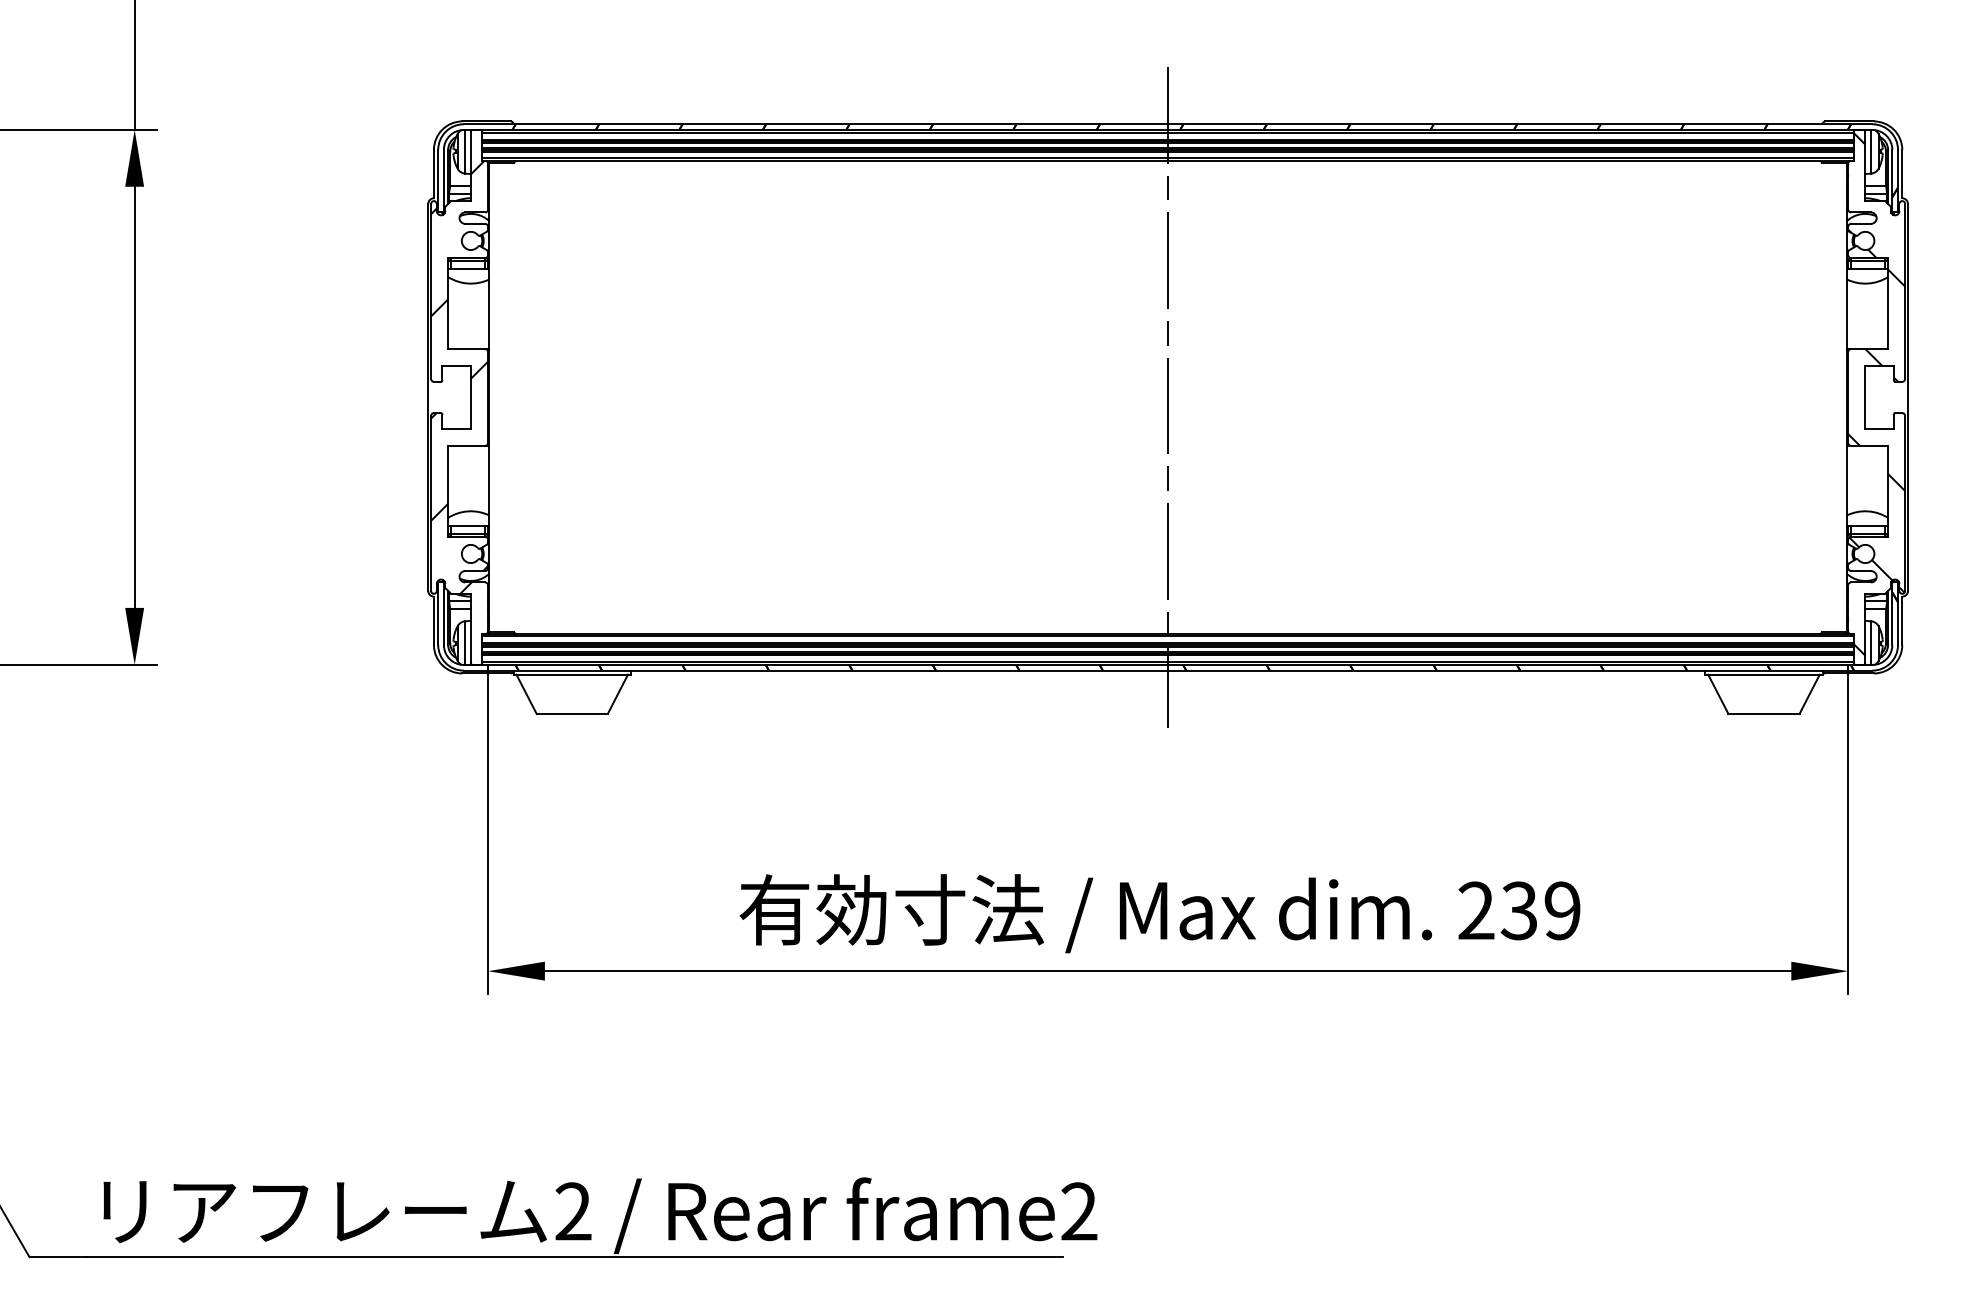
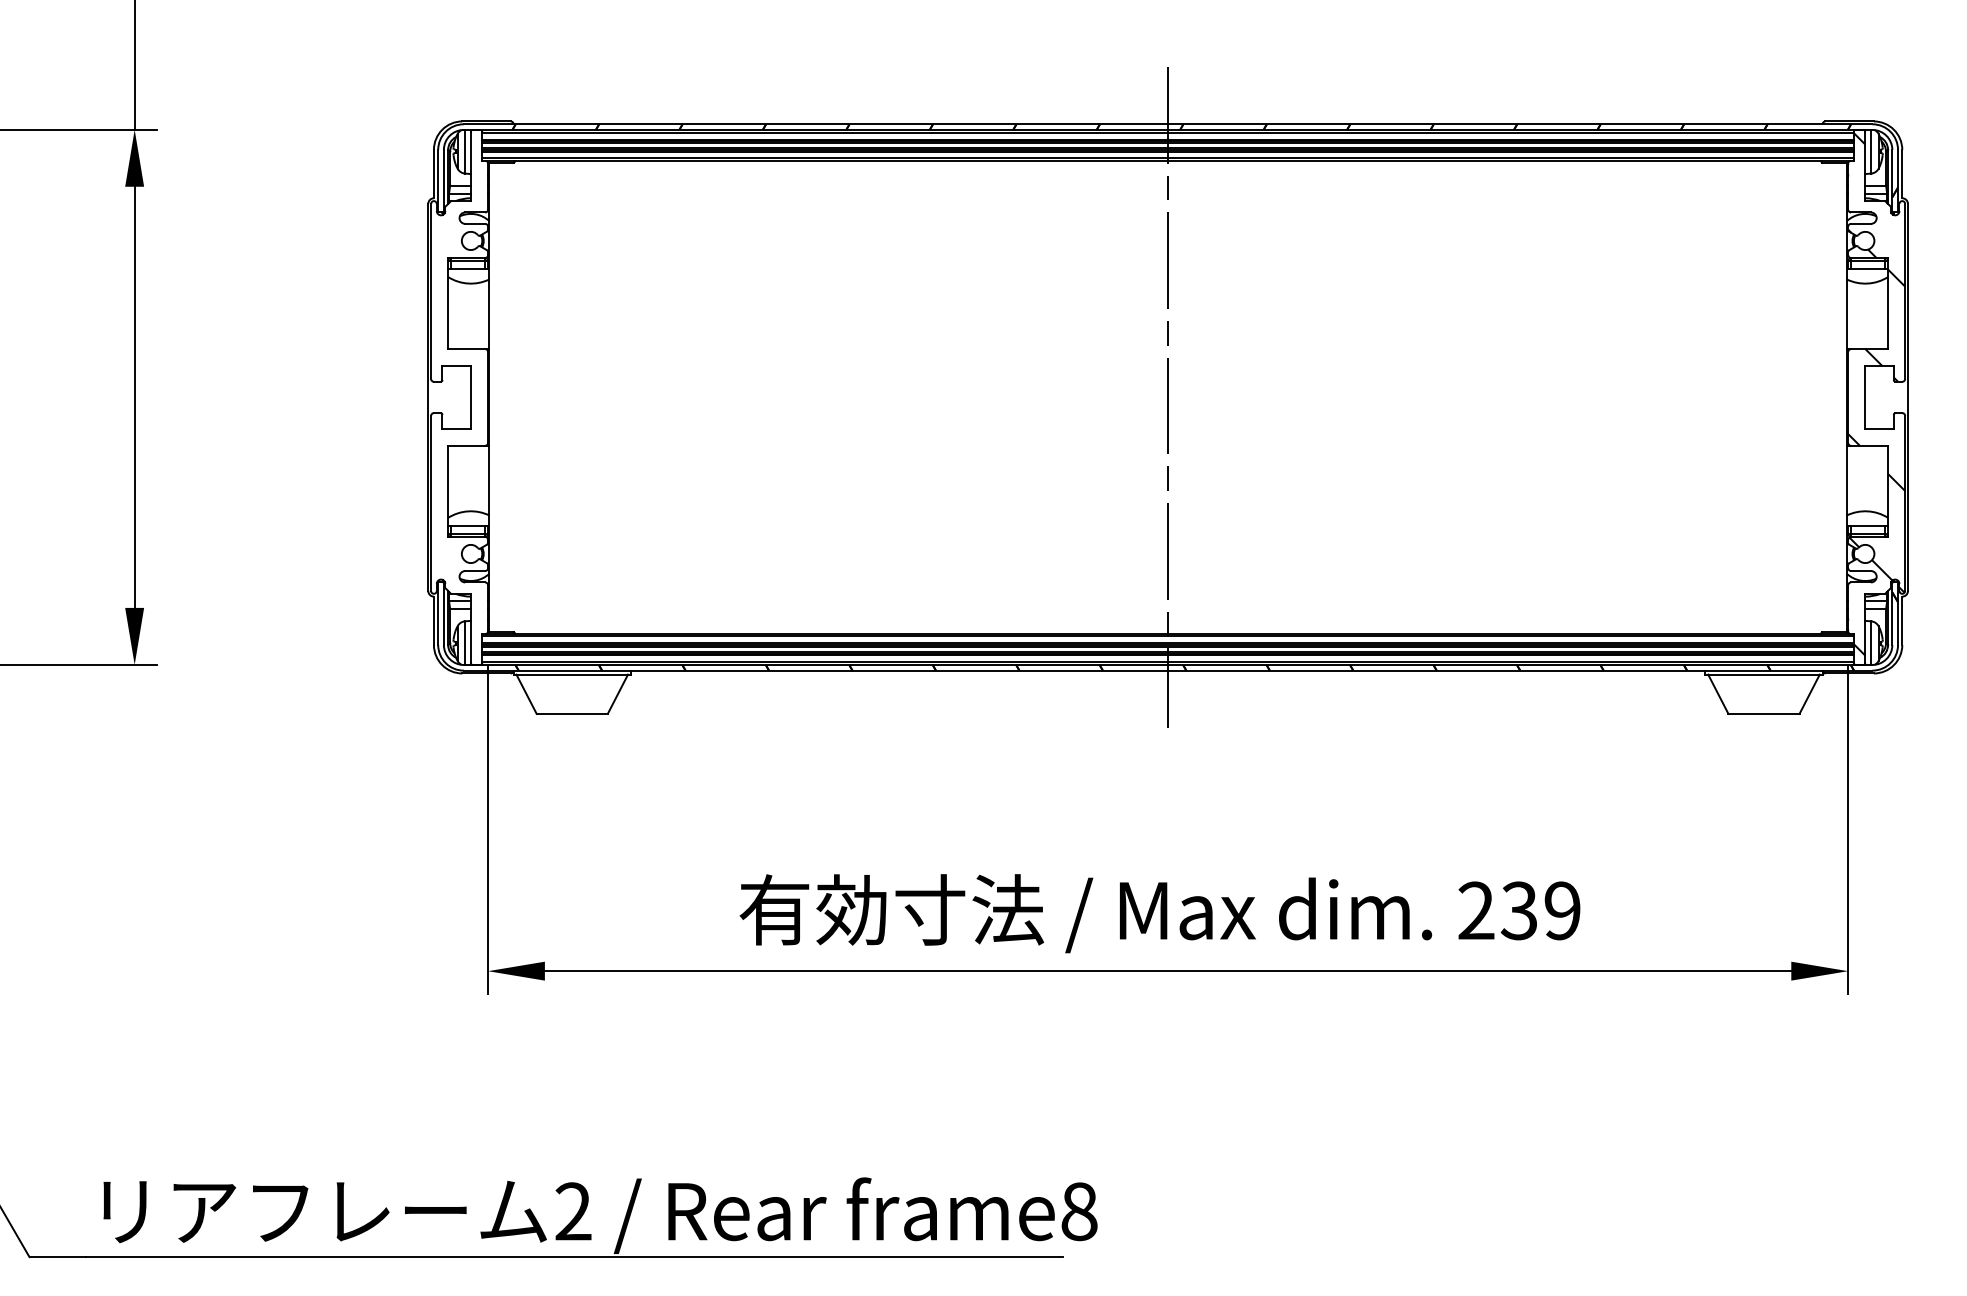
hatch at (459, 377): present -> none
text at (1079, 1211): frame2 -> frame8
